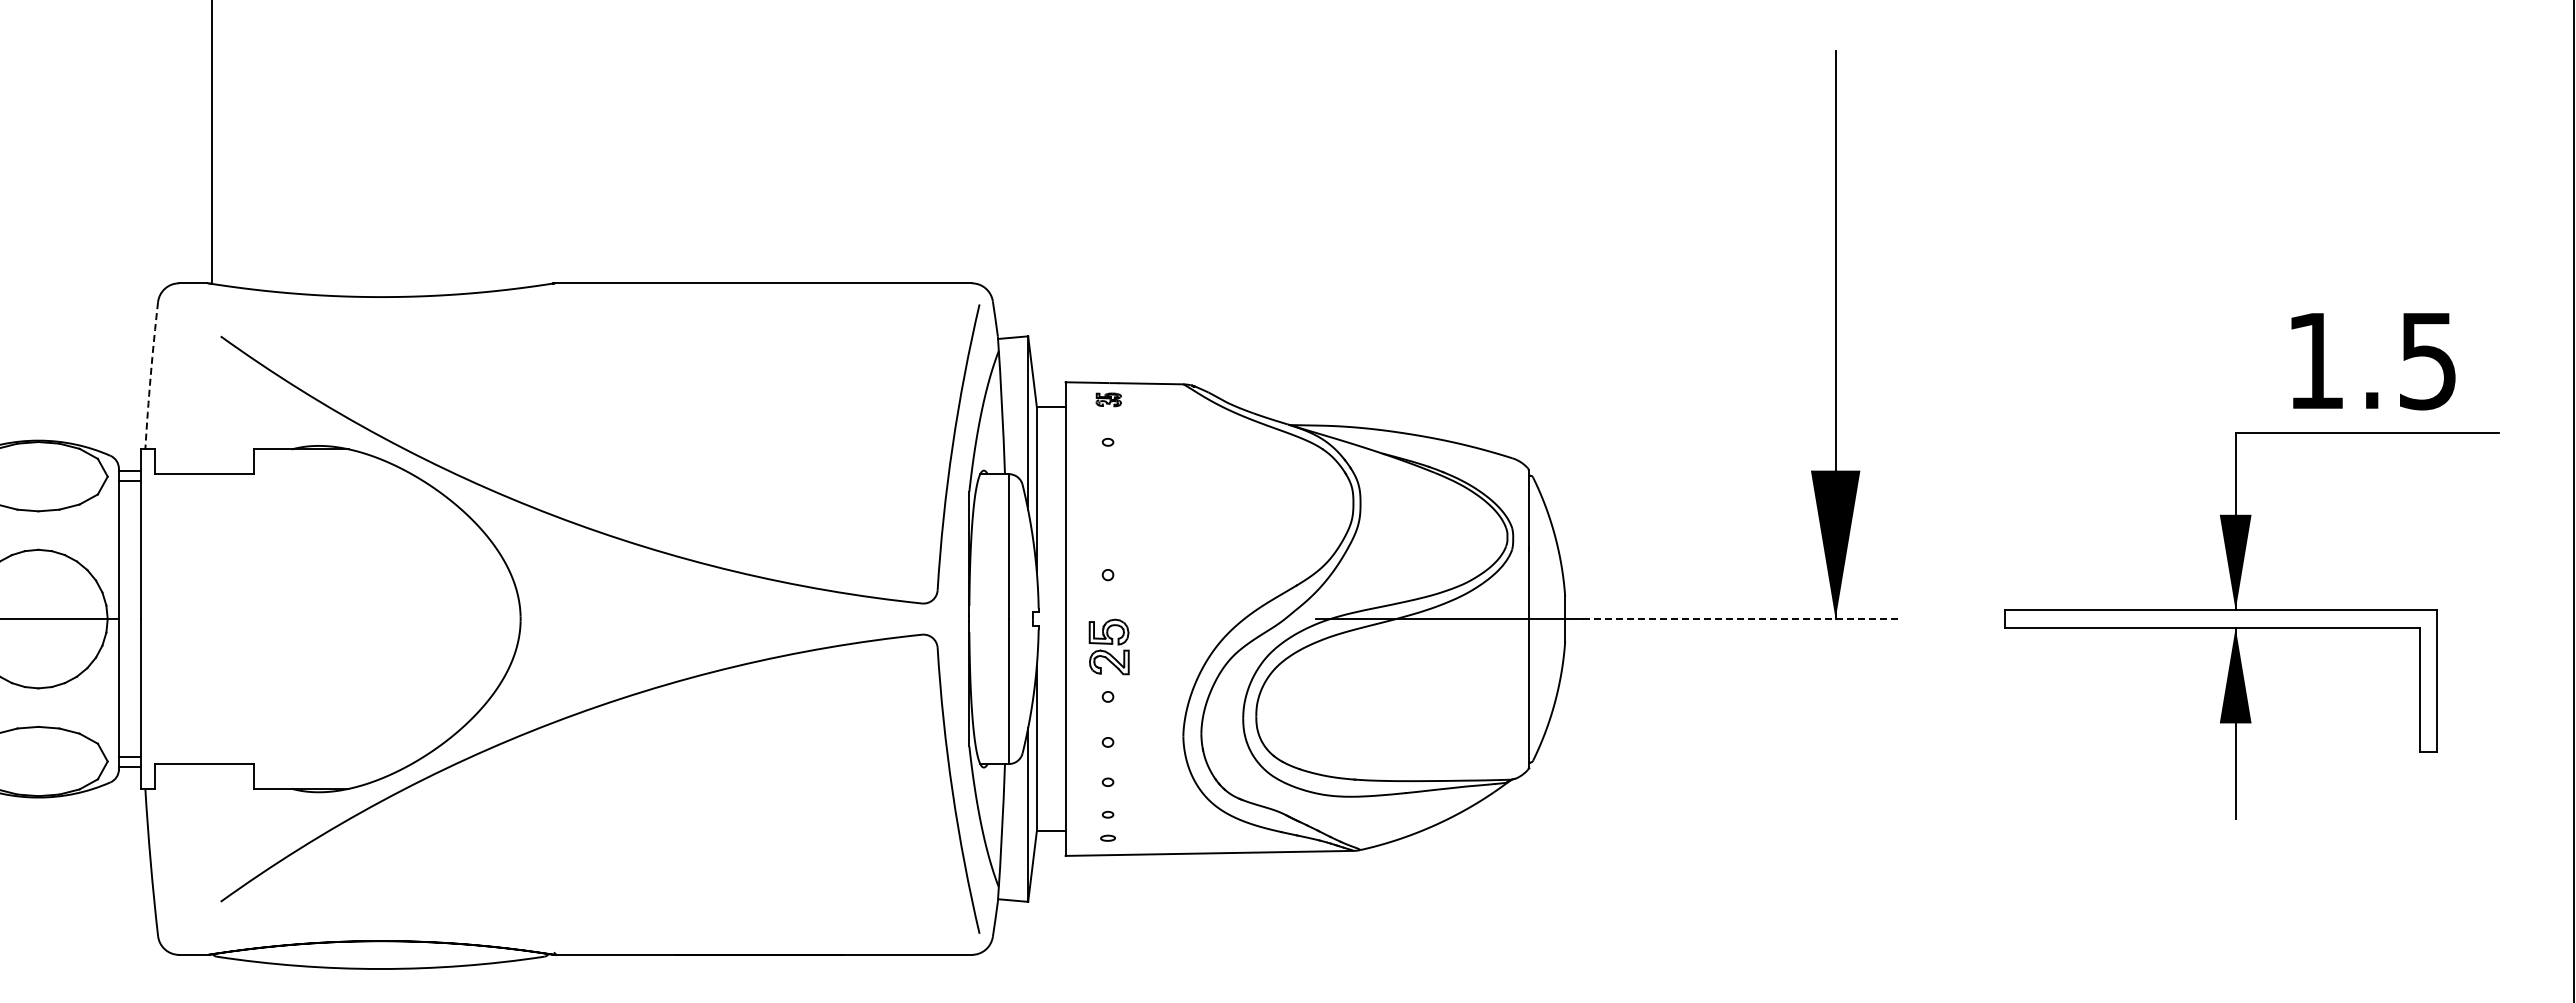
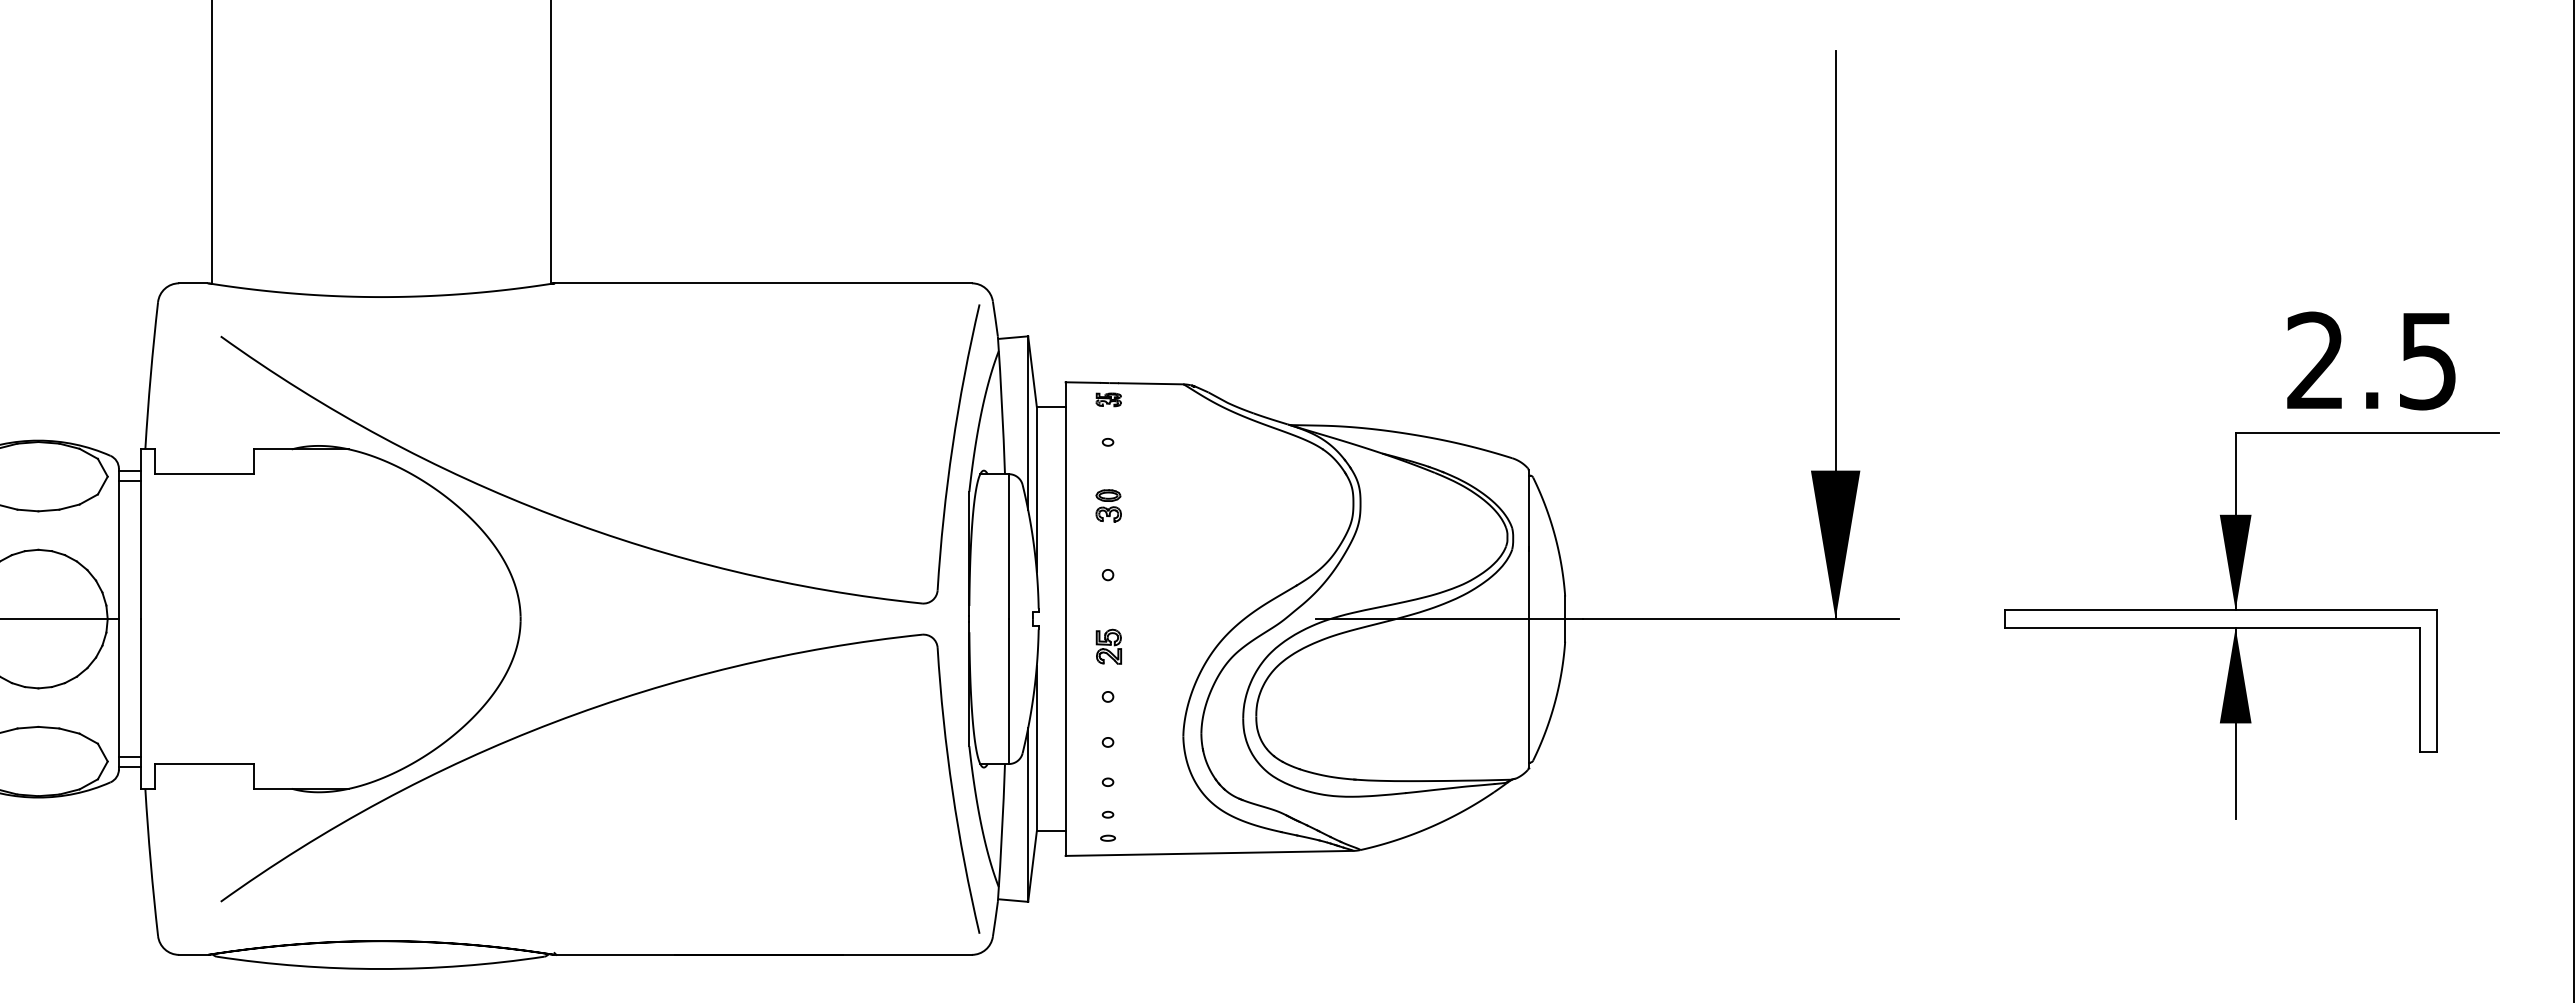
line at (551, 142): none -> present
text at (2314, 359): 1.5 -> 2.5
arc at (150, 375): dashed -> solid
part at (1108, 505): none -> present
line at (1741, 619): dashed -> solid
part at (1108, 646) size: 42x58 px -> 27x37 px
